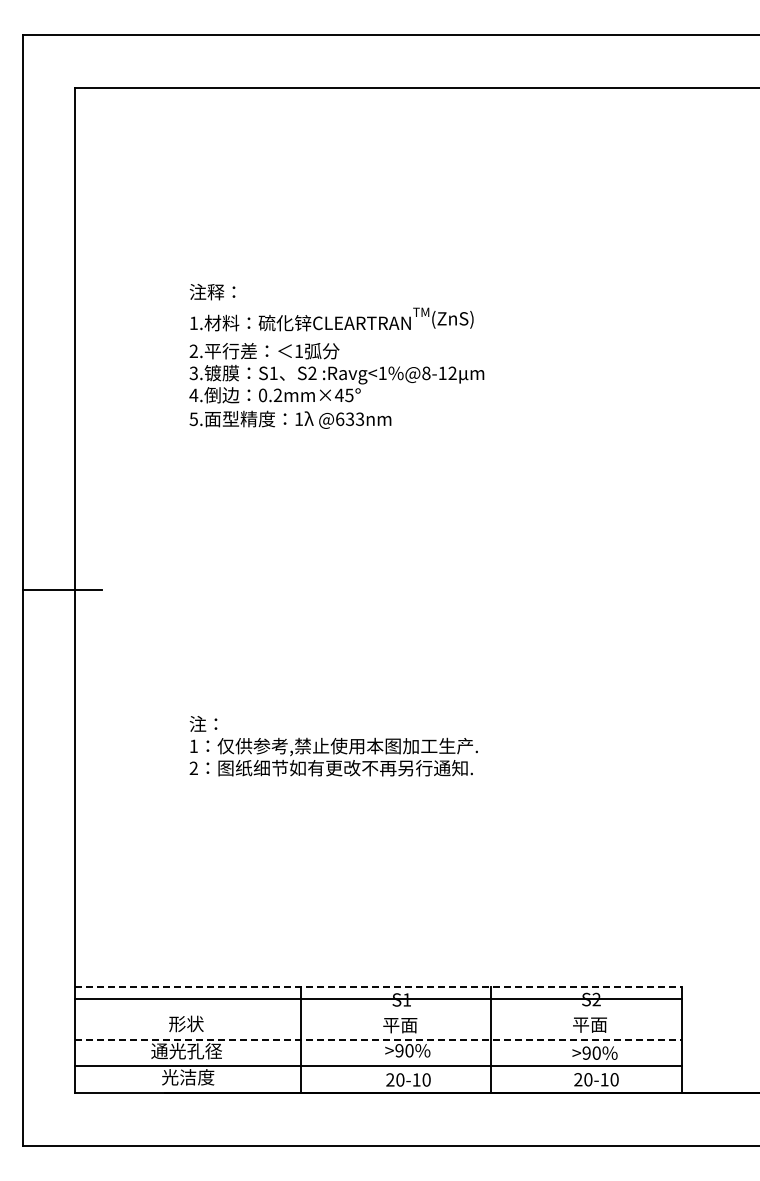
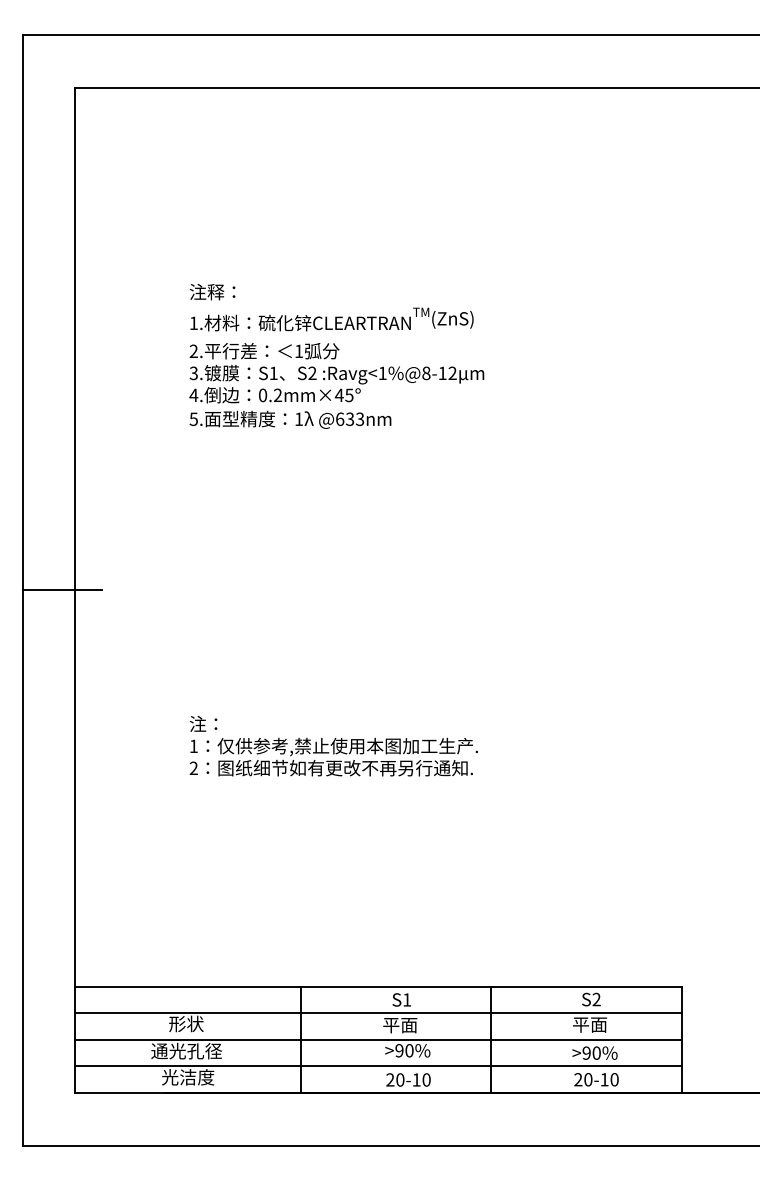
line at (379, 986): dashed -> solid
line at (378, 999) position: (378, 999) -> (378, 1013)
line at (379, 1039): dashed -> solid
